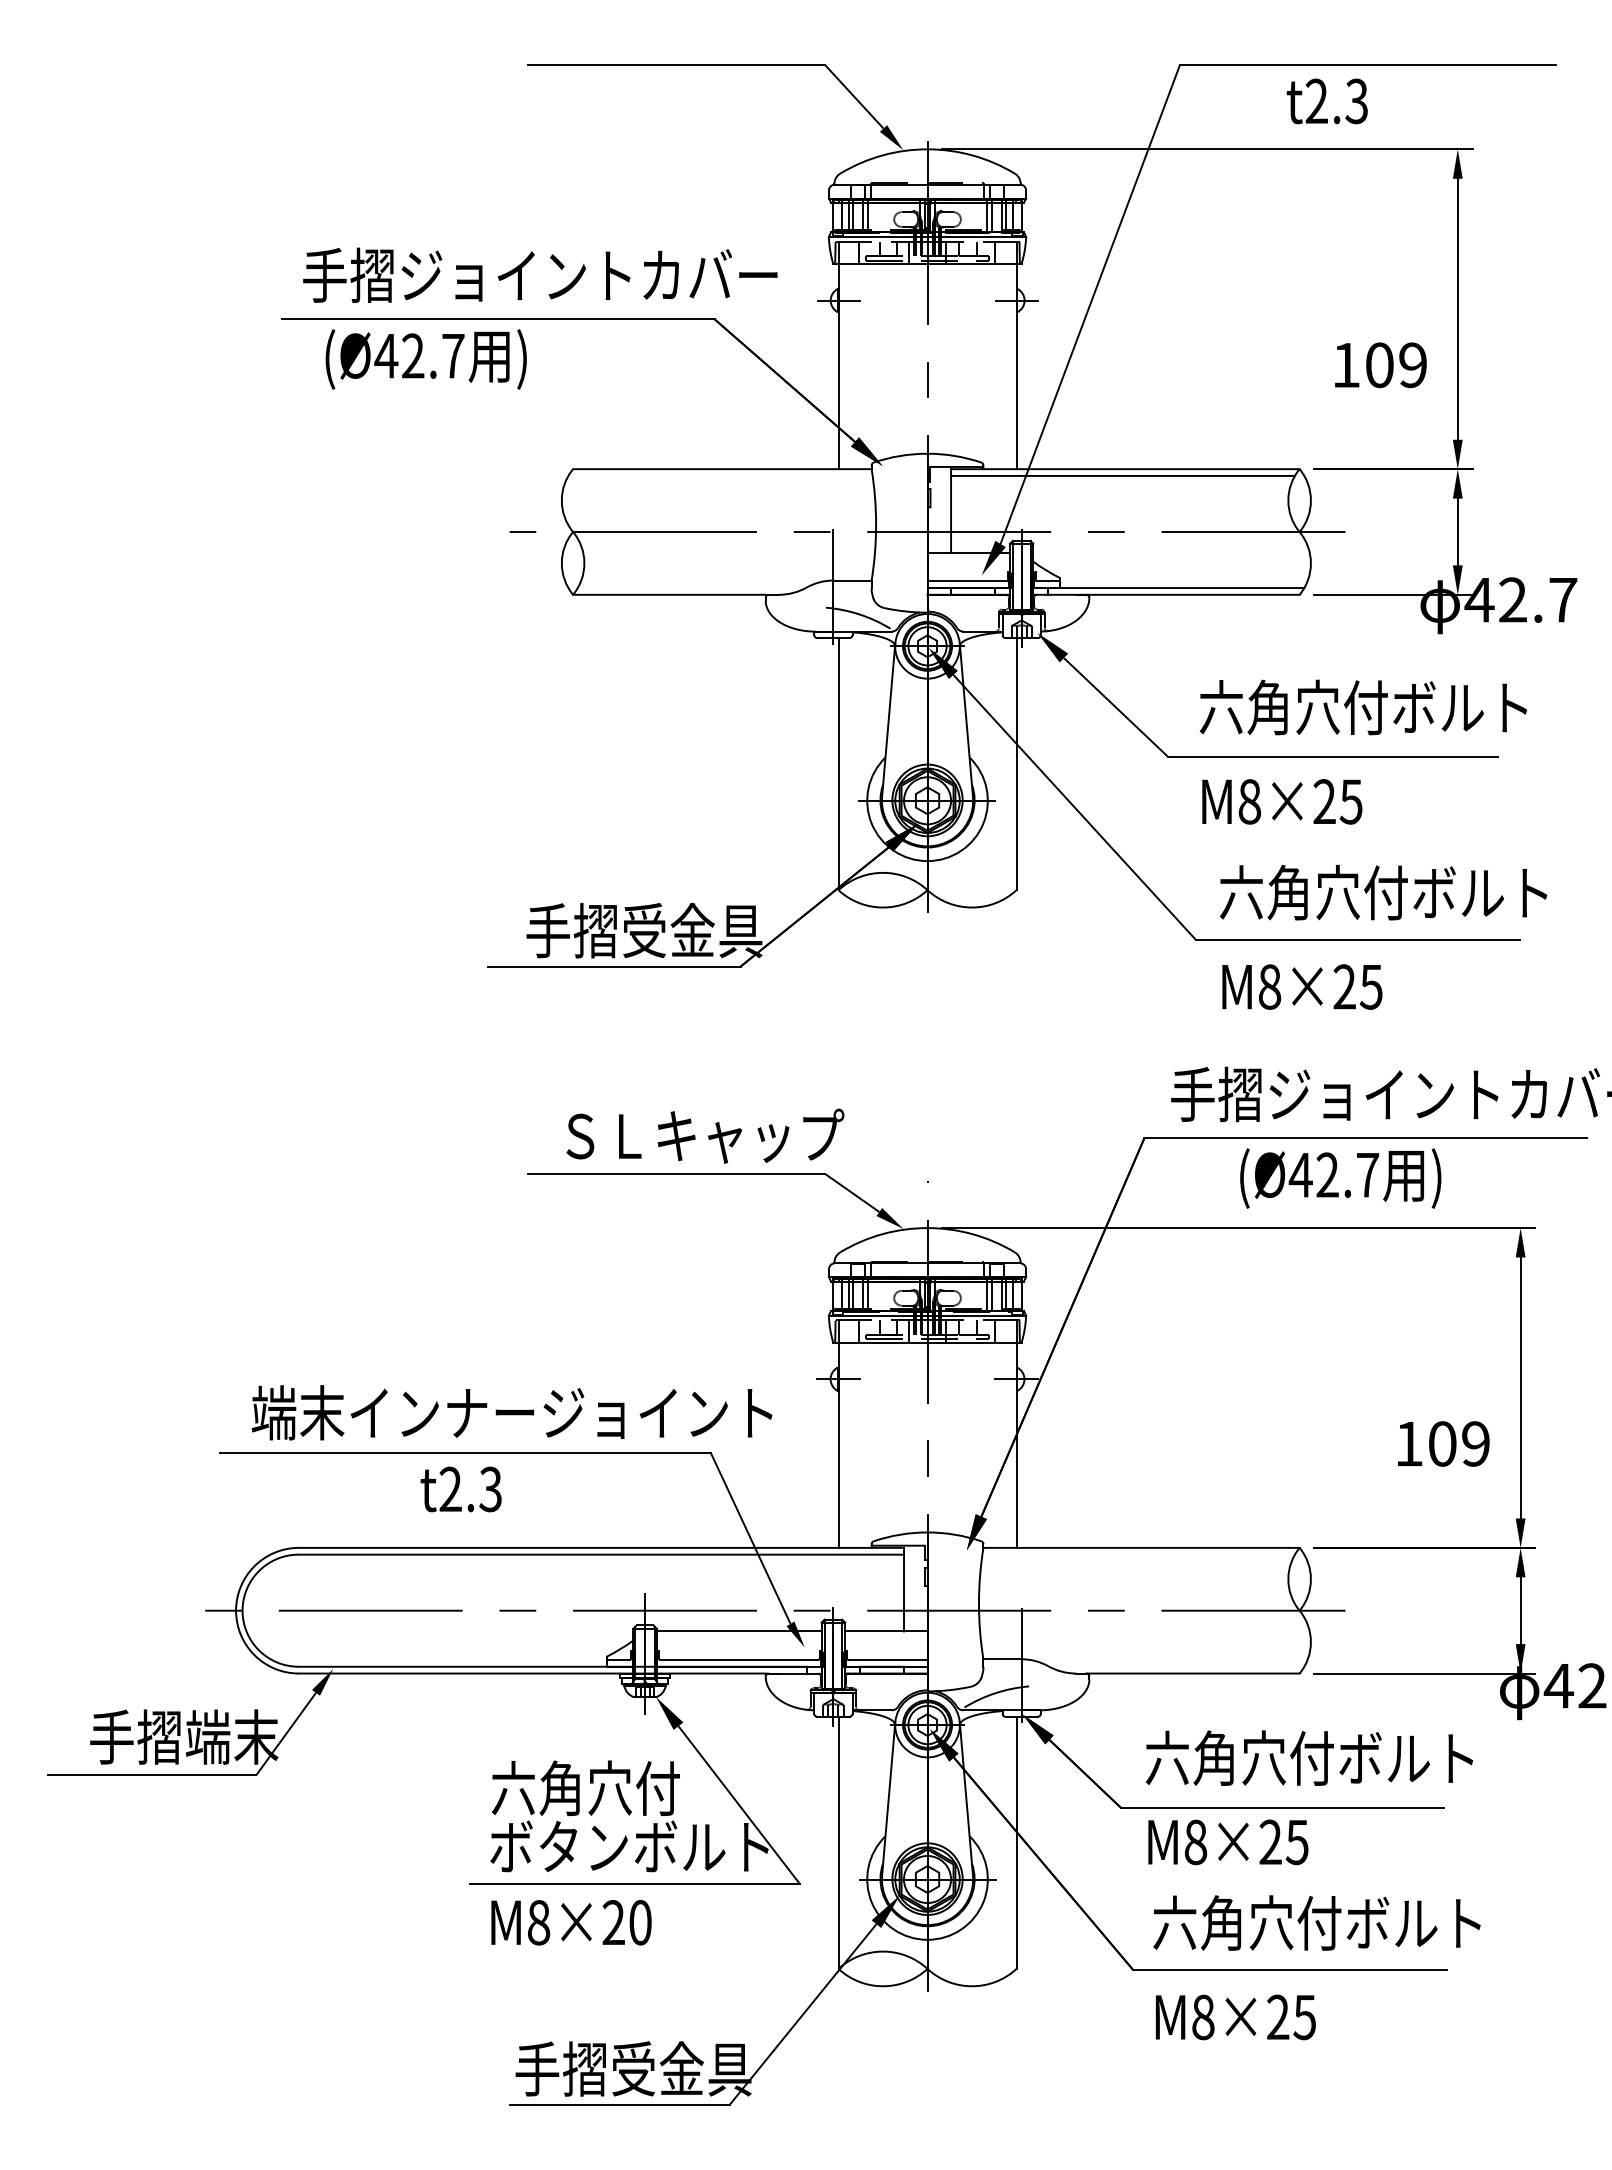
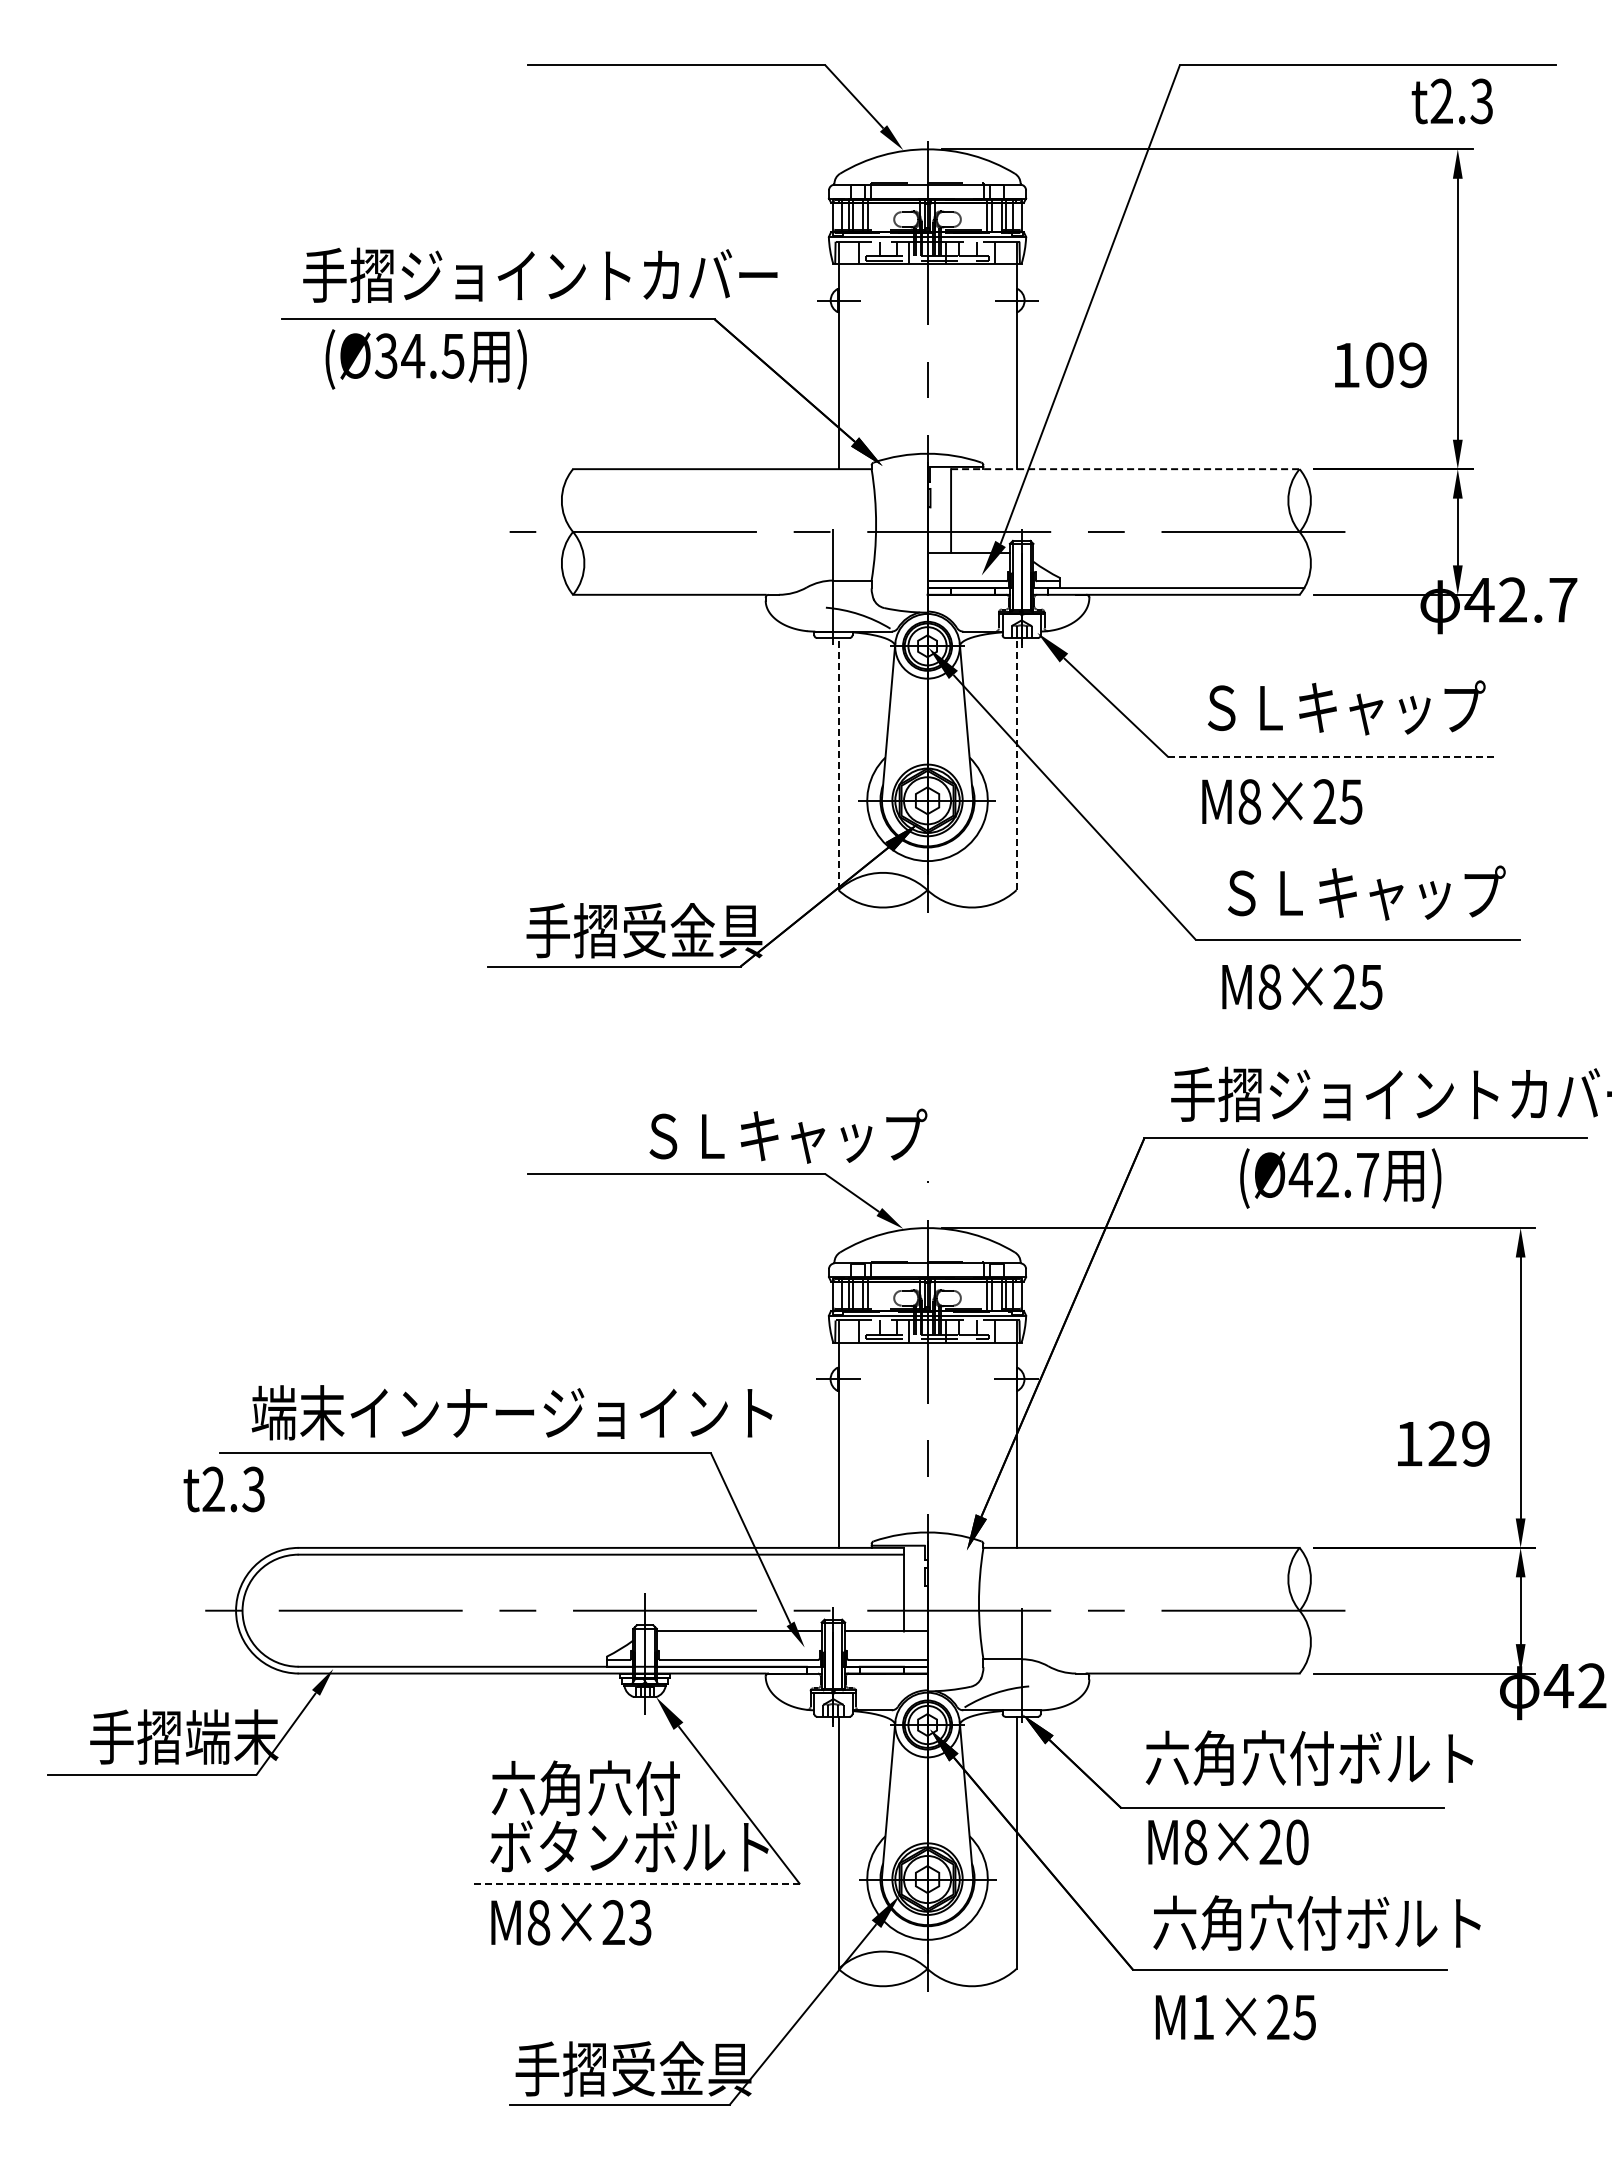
text at (1326, 101) position: (1326, 101) -> (1451, 101)
text at (419, 355): (Ø42.7 -> (Ø34.5
line at (1125, 469): solid -> dashed
line at (1122, 475): present -> none
text at (1362, 707): 六角穴付ボルト -> ＳＬキャップ
line at (1333, 757): solid -> dashed
line at (838, 763): solid -> dashed
line at (1016, 763): solid -> dashed
text at (1383, 892): 六角穴付ボルト -> ＳＬキャップ
text at (705, 1135) position: (705, 1135) -> (788, 1135)
text at (1442, 1443): 109 -> 129
text at (460, 1489) position: (460, 1489) -> (223, 1489)
text at (1296, 1842): M8×25 -> M8×20
line at (635, 1884): solid -> dashed
text at (639, 1922): M8×20 -> M8×23
text at (1203, 2017): M8×25 -> M1×25
